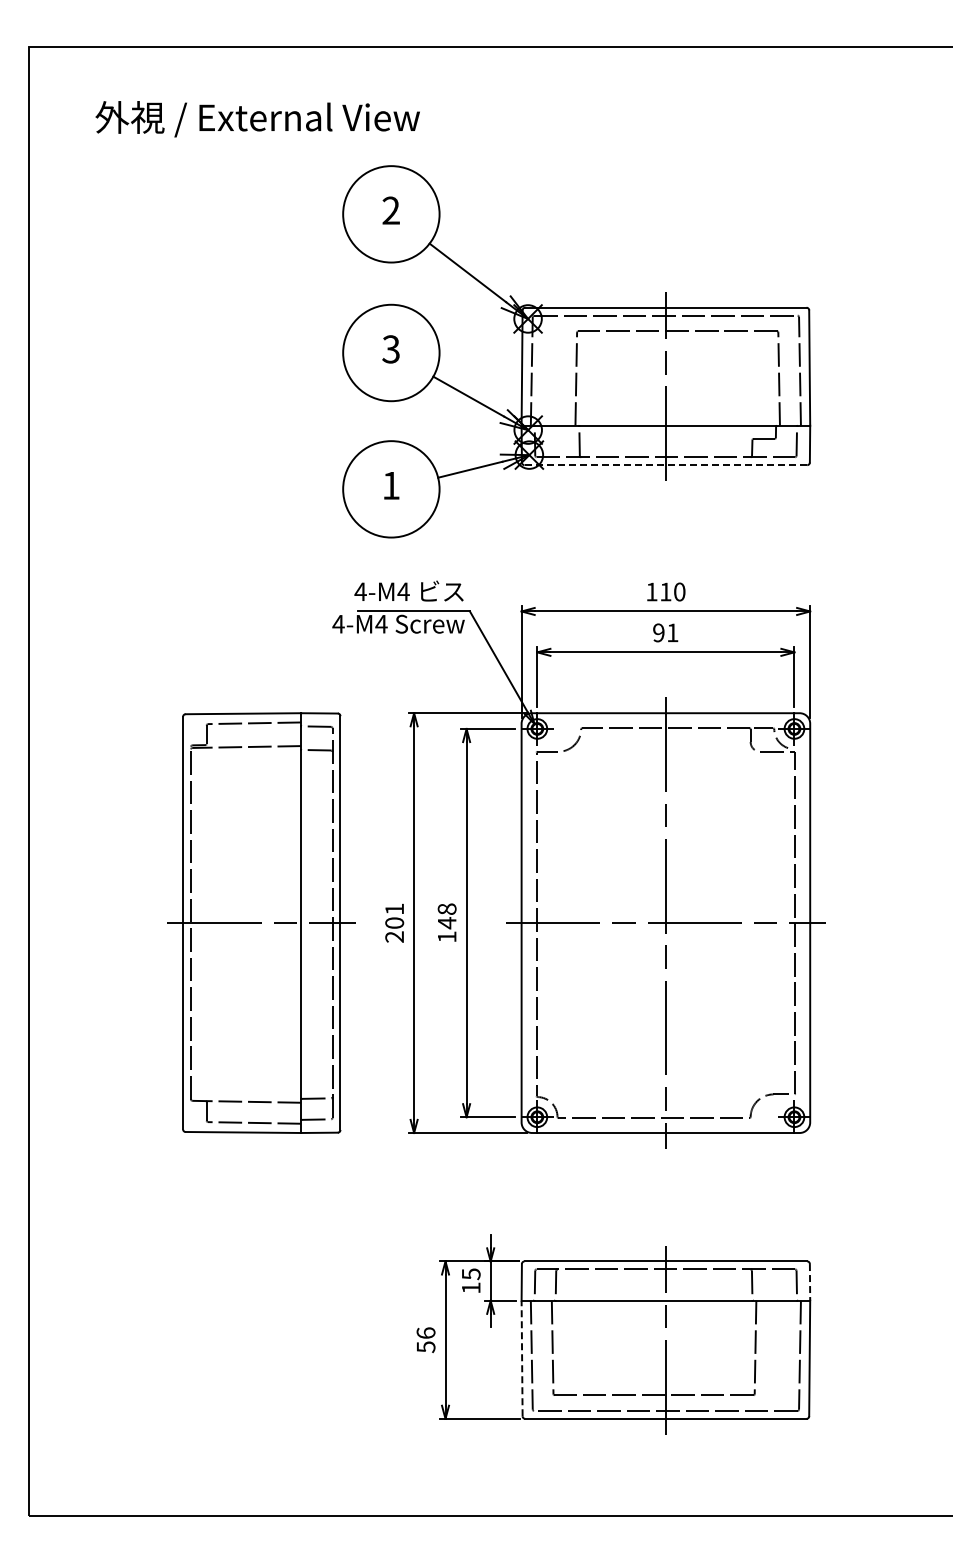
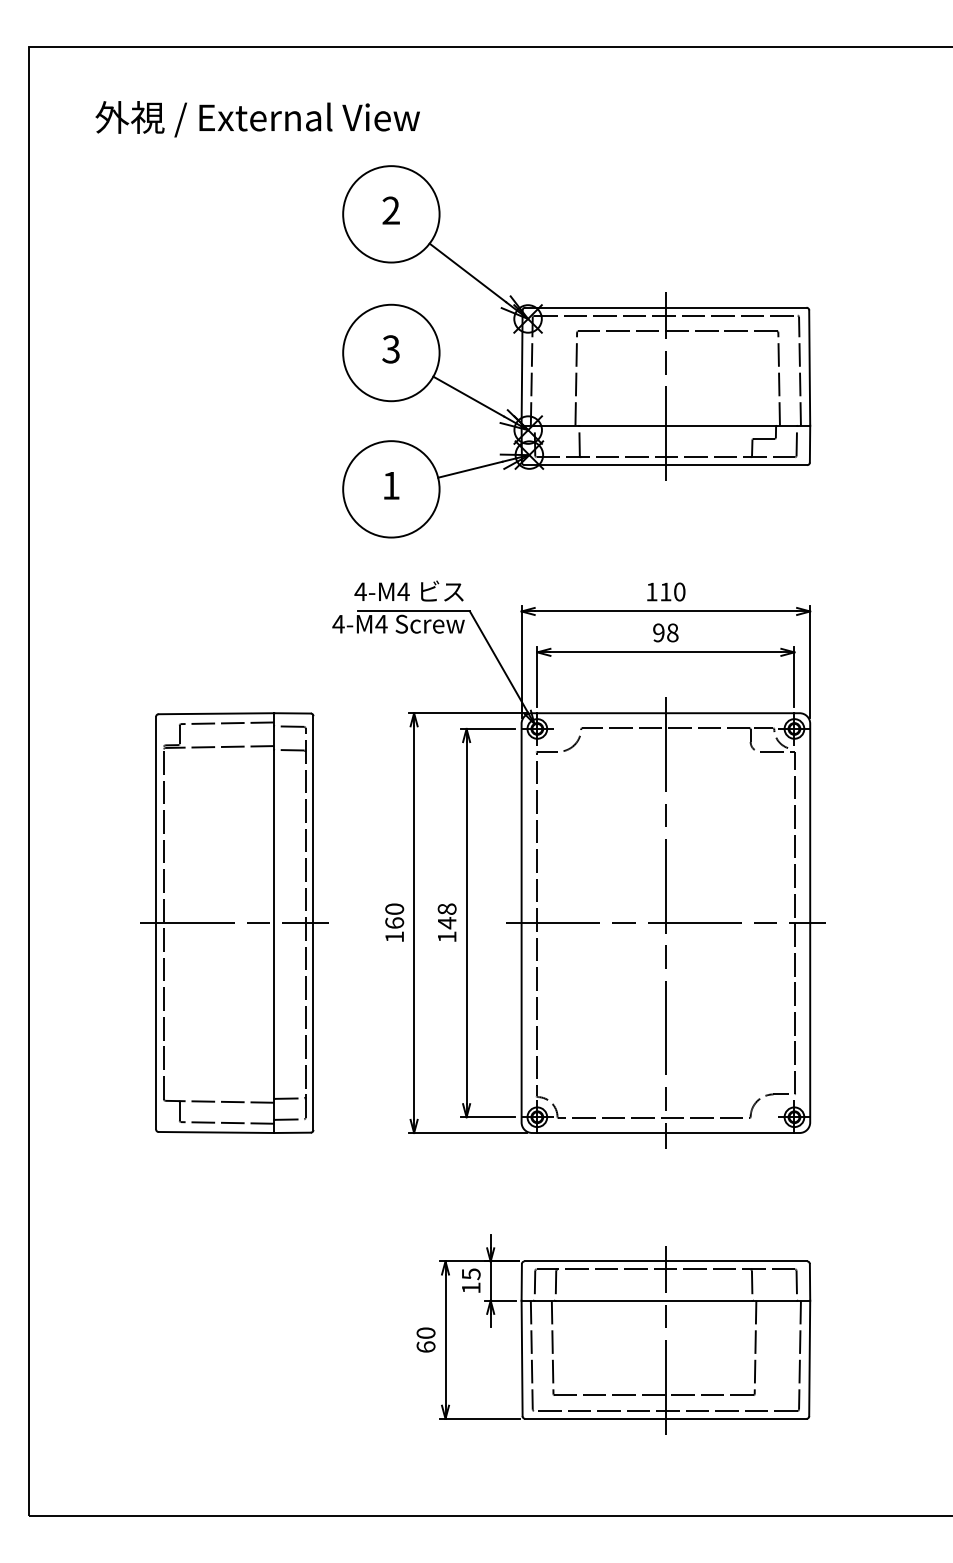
line at (666, 465): dashed -> solid
text at (672, 632): 91 -> 98
part at (261, 922) position: (261, 922) -> (234, 922)
text at (394, 922): 201 -> 160
line at (810, 1282): dashed -> solid
text at (425, 1340): 56 -> 60
line at (522, 1358): dashed -> solid
